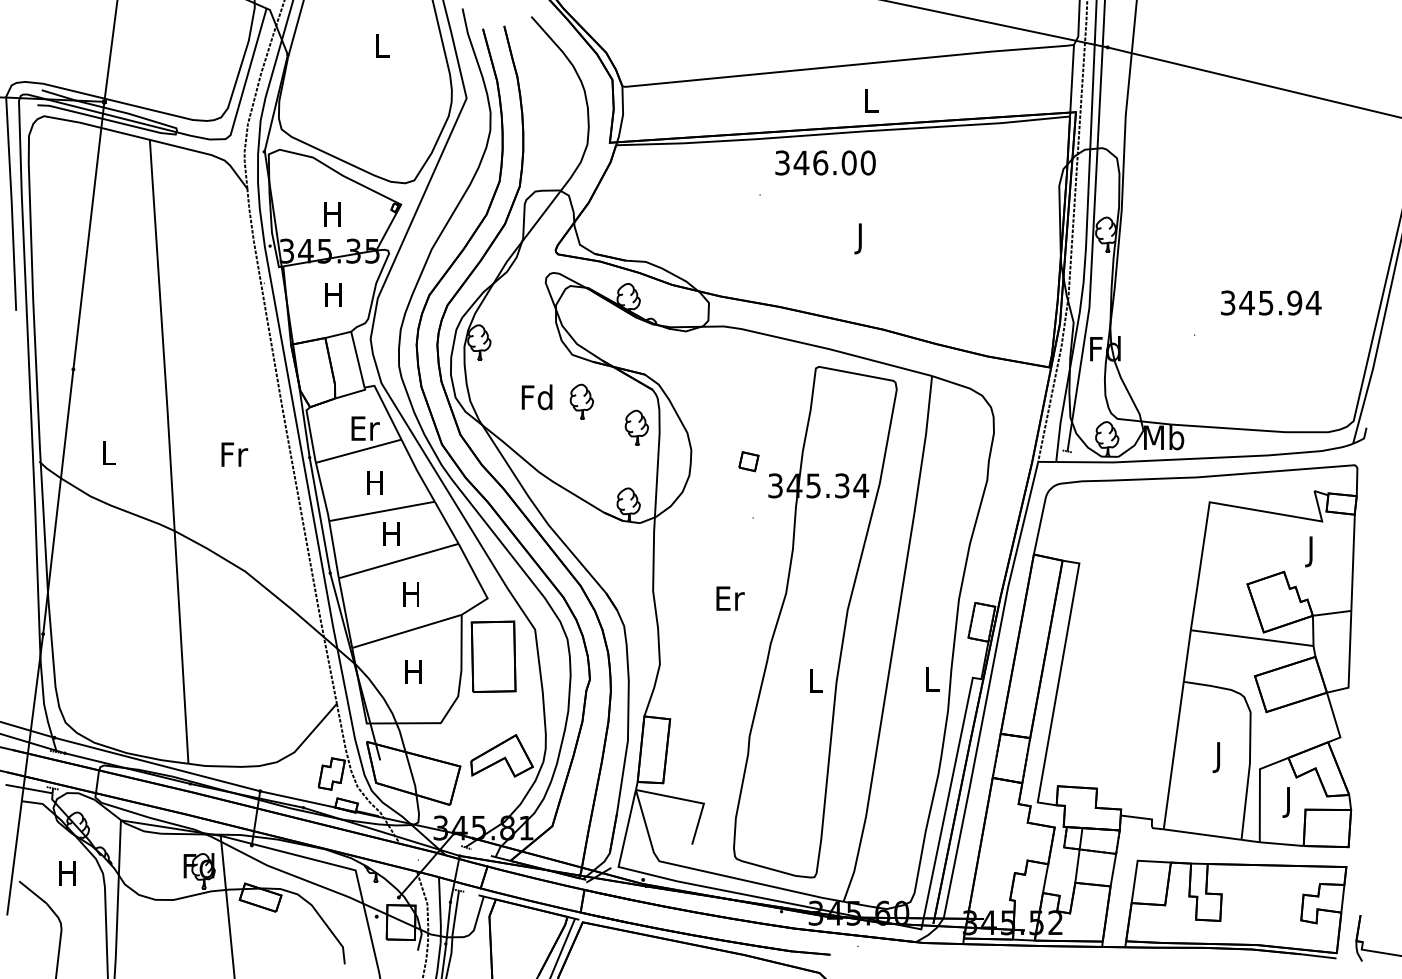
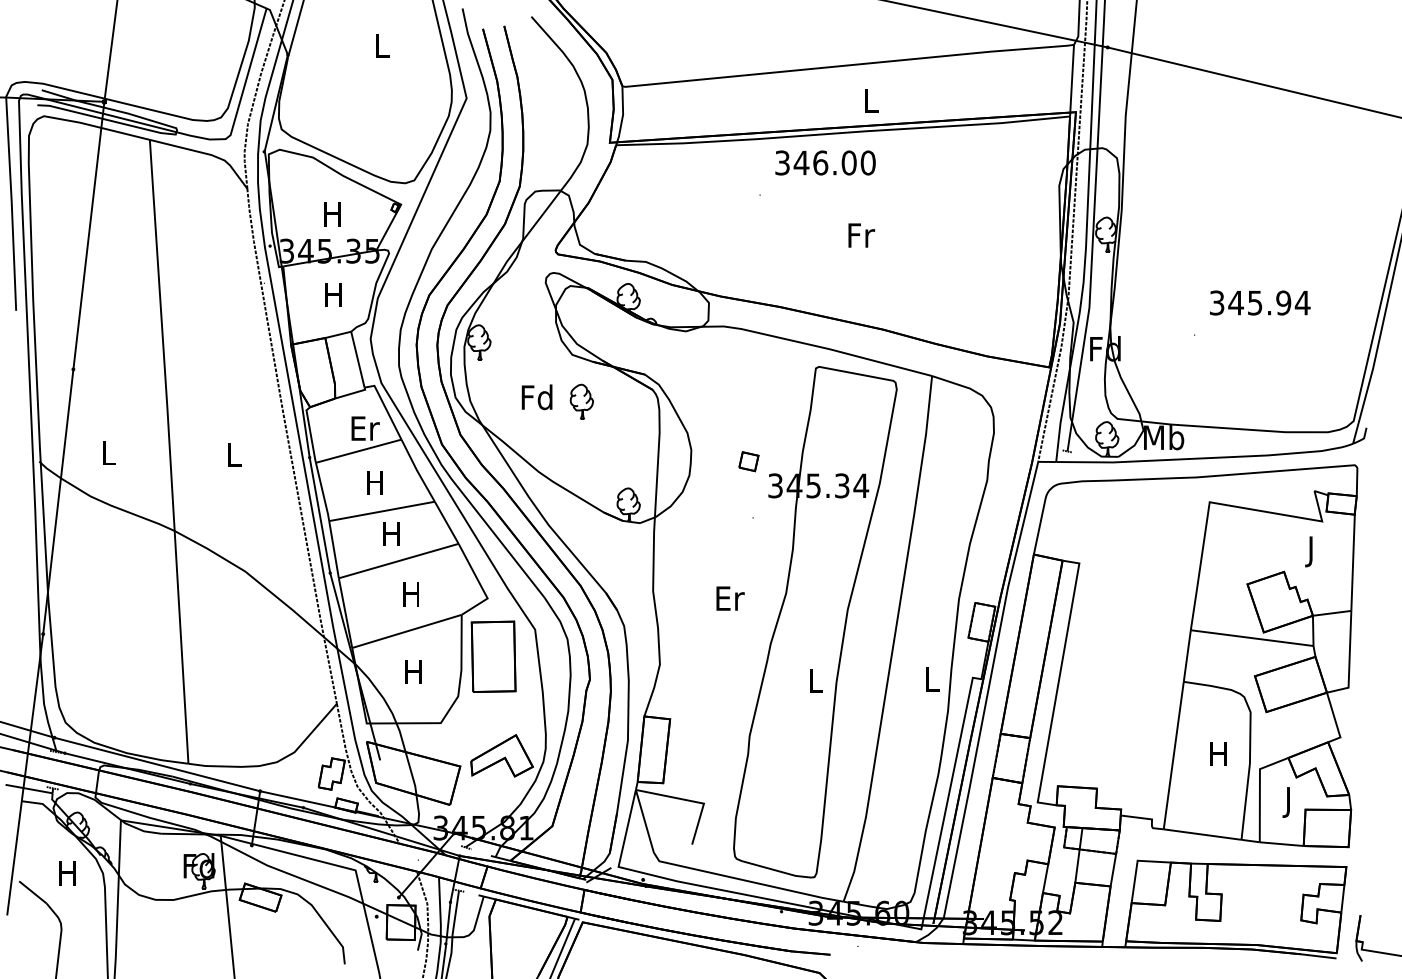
text at (861, 238): J -> Fr
text at (1271, 302) position: (1271, 302) -> (1260, 302)
part at (636, 427): present -> none
text at (234, 454): Fr -> L
text at (1218, 757): J -> H
